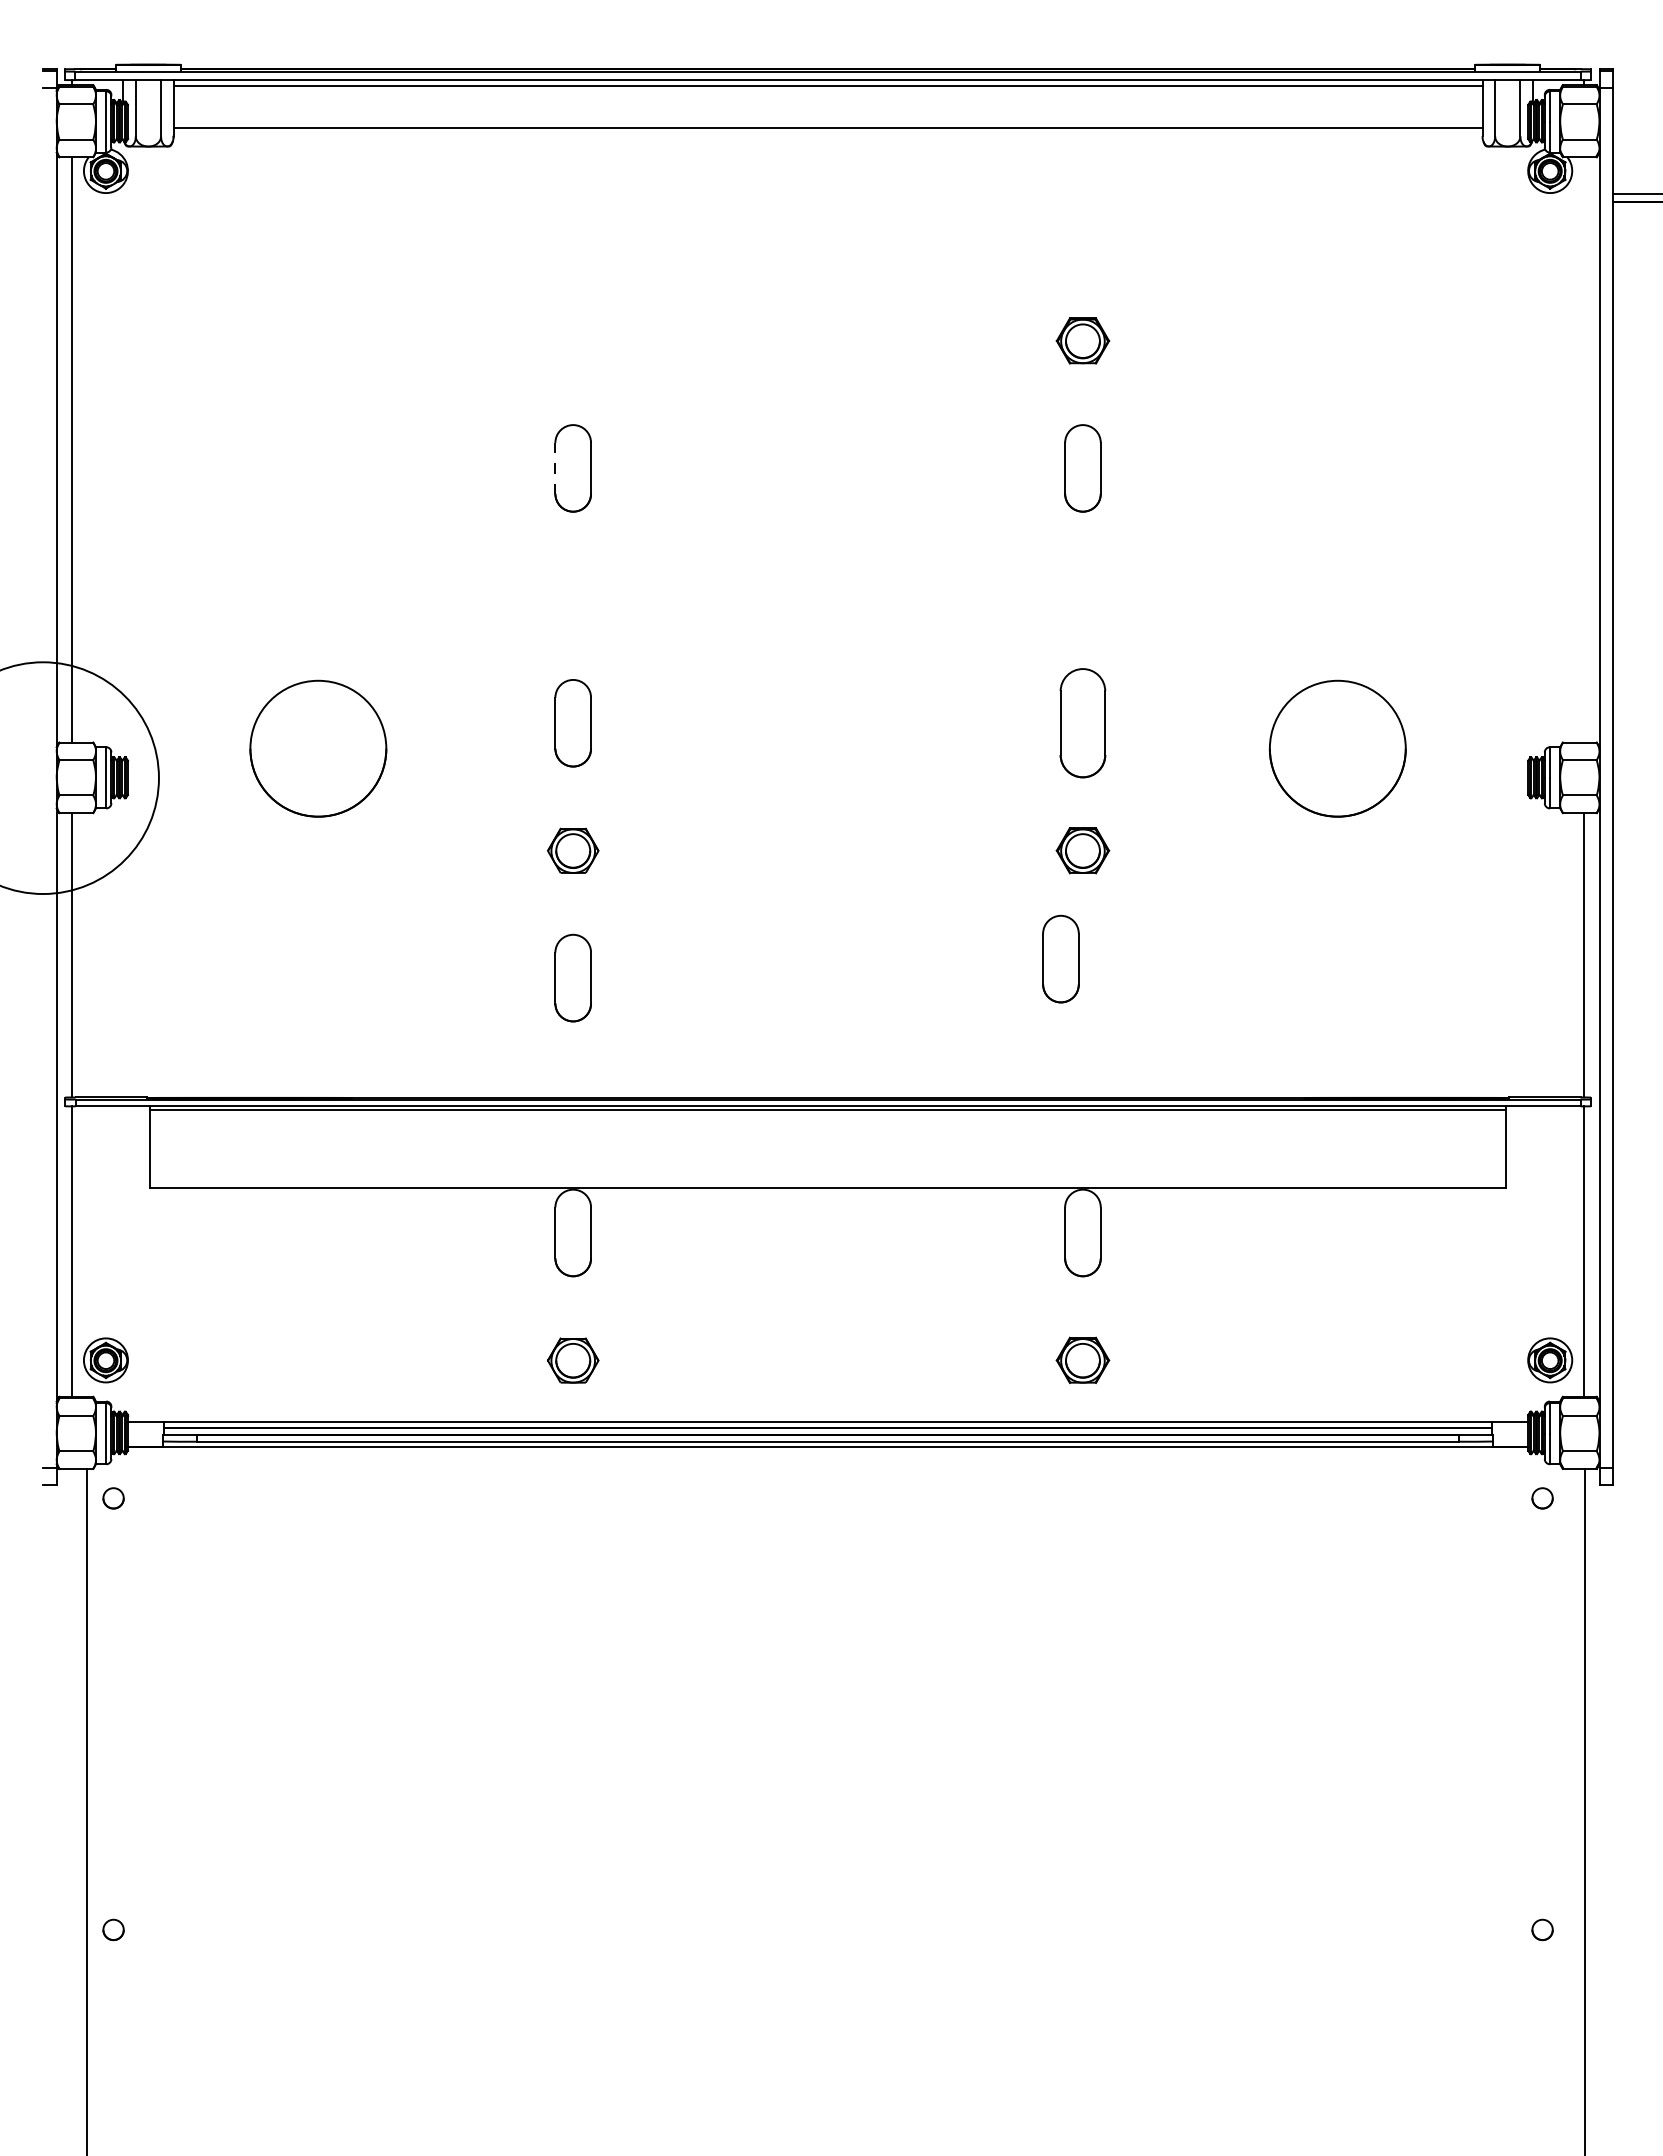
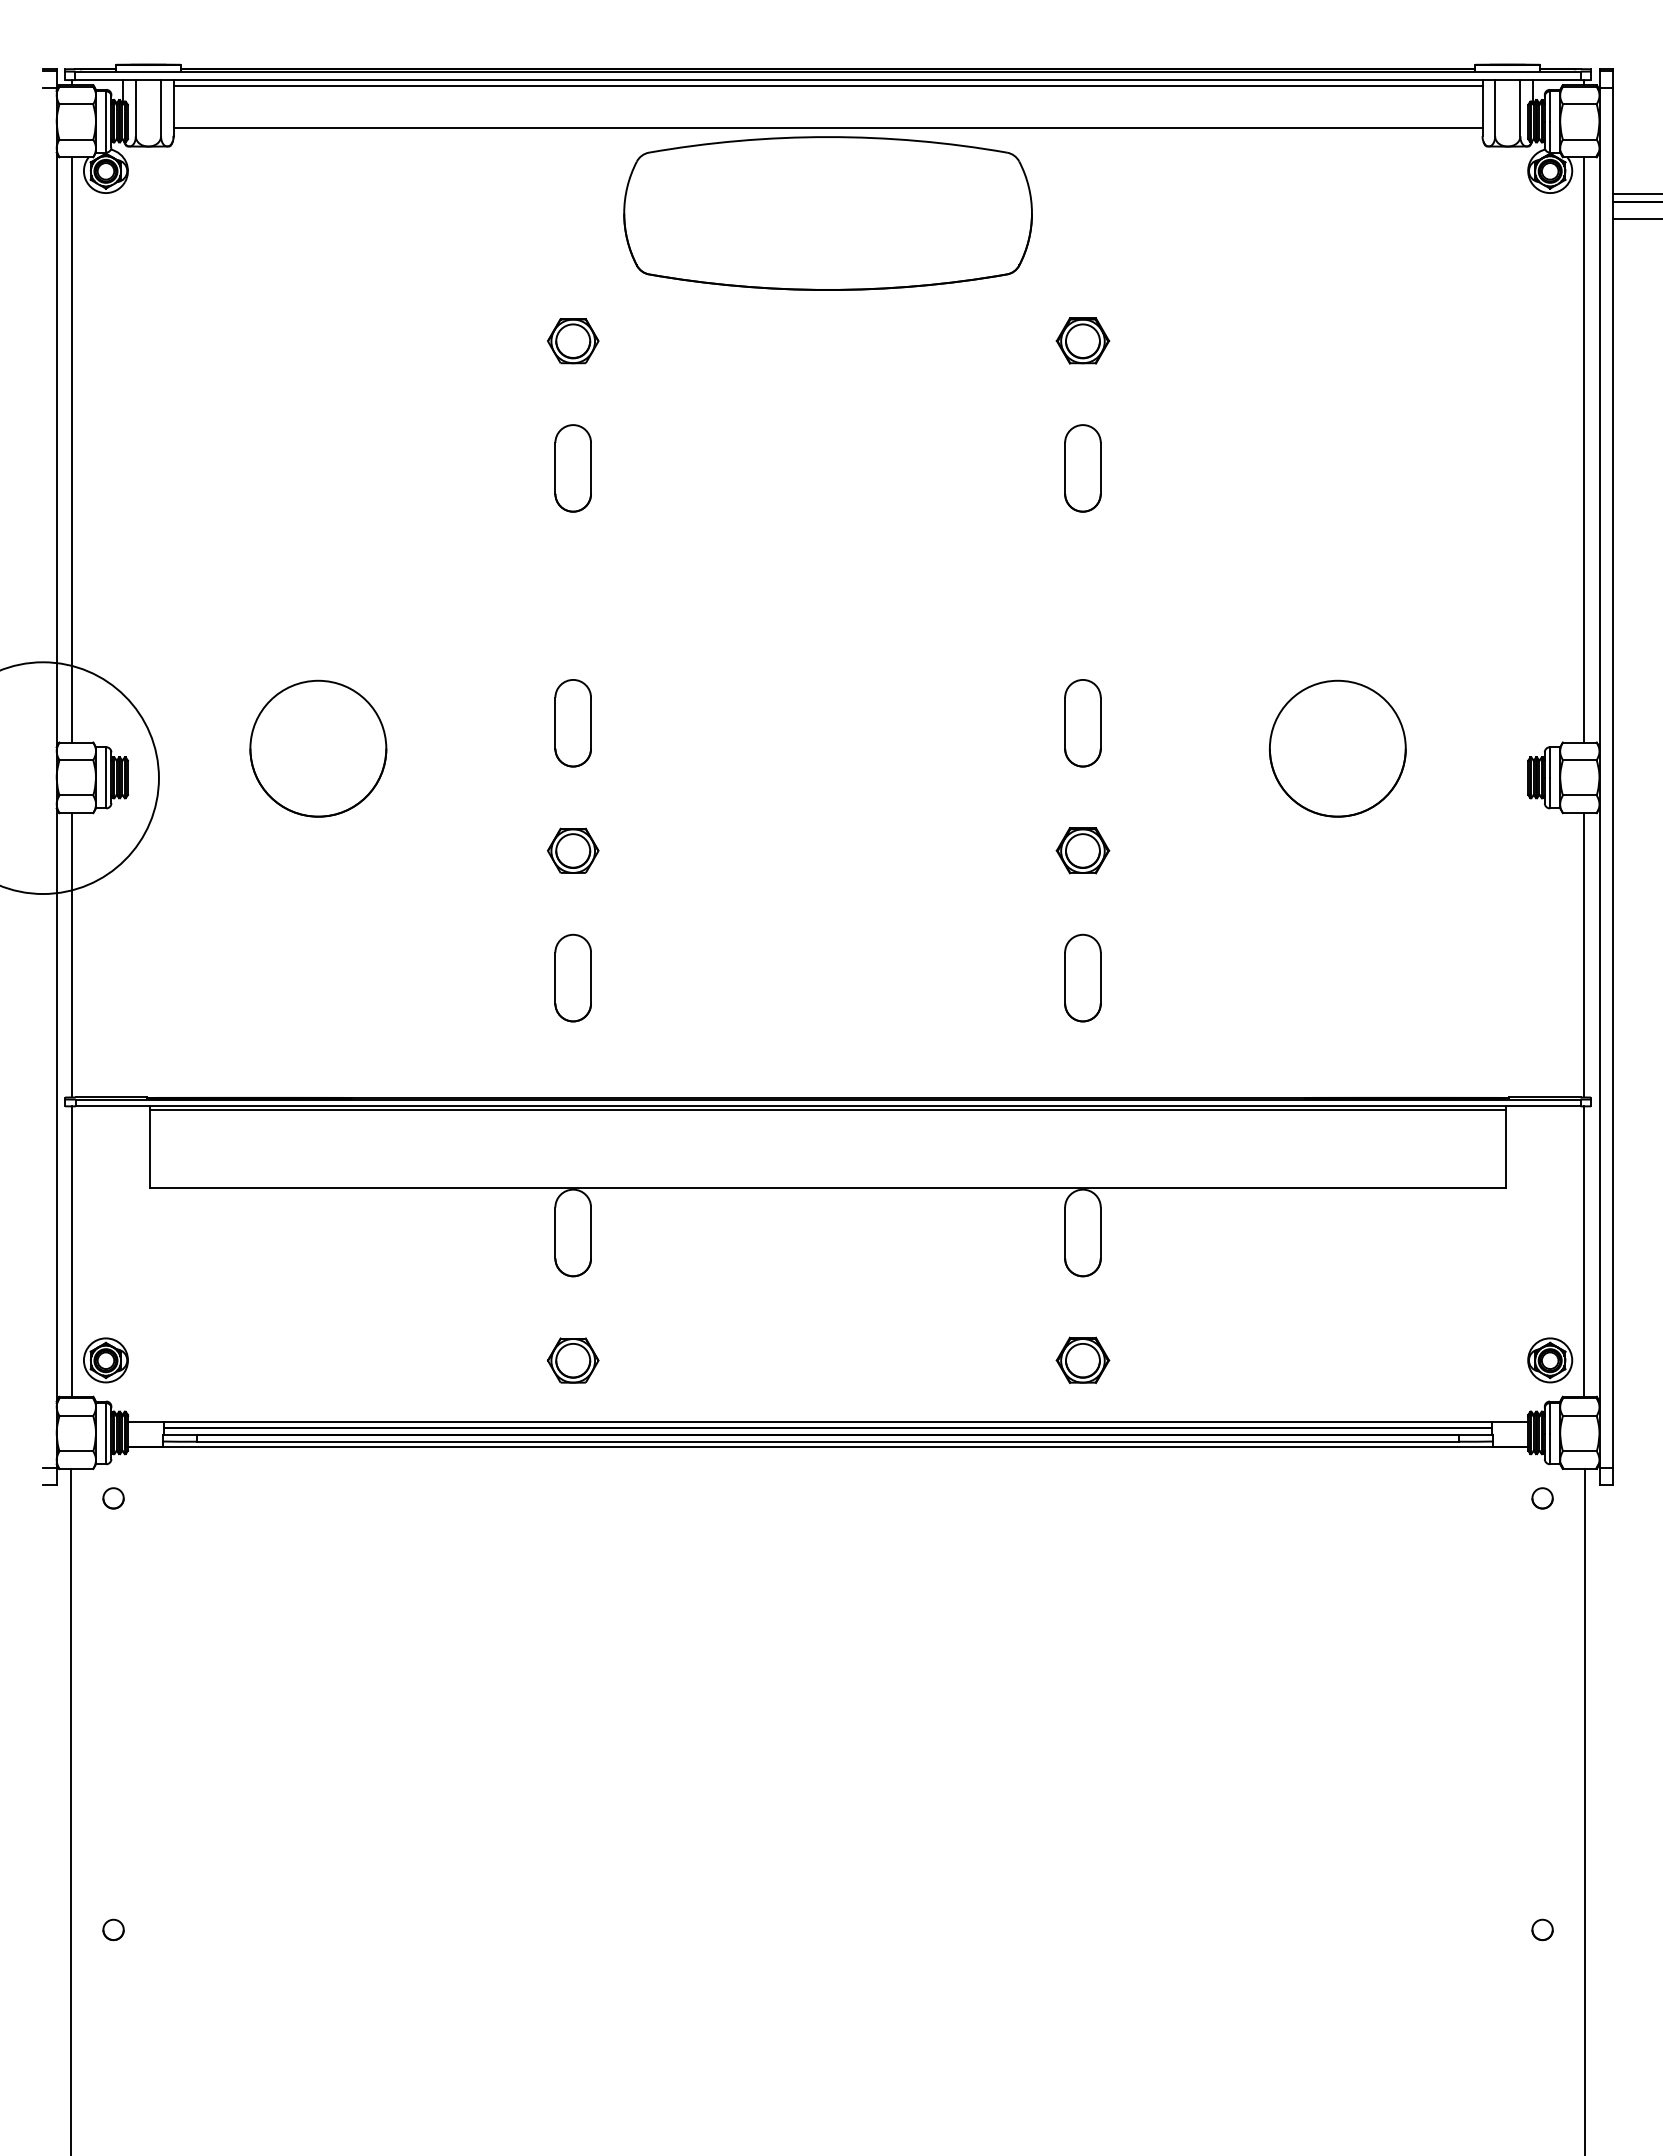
part at (827, 213): none -> present
line at (1636, 219): none -> present
part at (573, 341): none -> present
line at (1584, 449): none -> present
line at (555, 467): dashed -> solid
part at (1082, 723) size: 48x111 px -> 38x89 px
part at (1060, 958) position: (1060, 958) -> (1082, 977)
line at (87, 1810) position: (87, 1810) -> (71, 1810)
